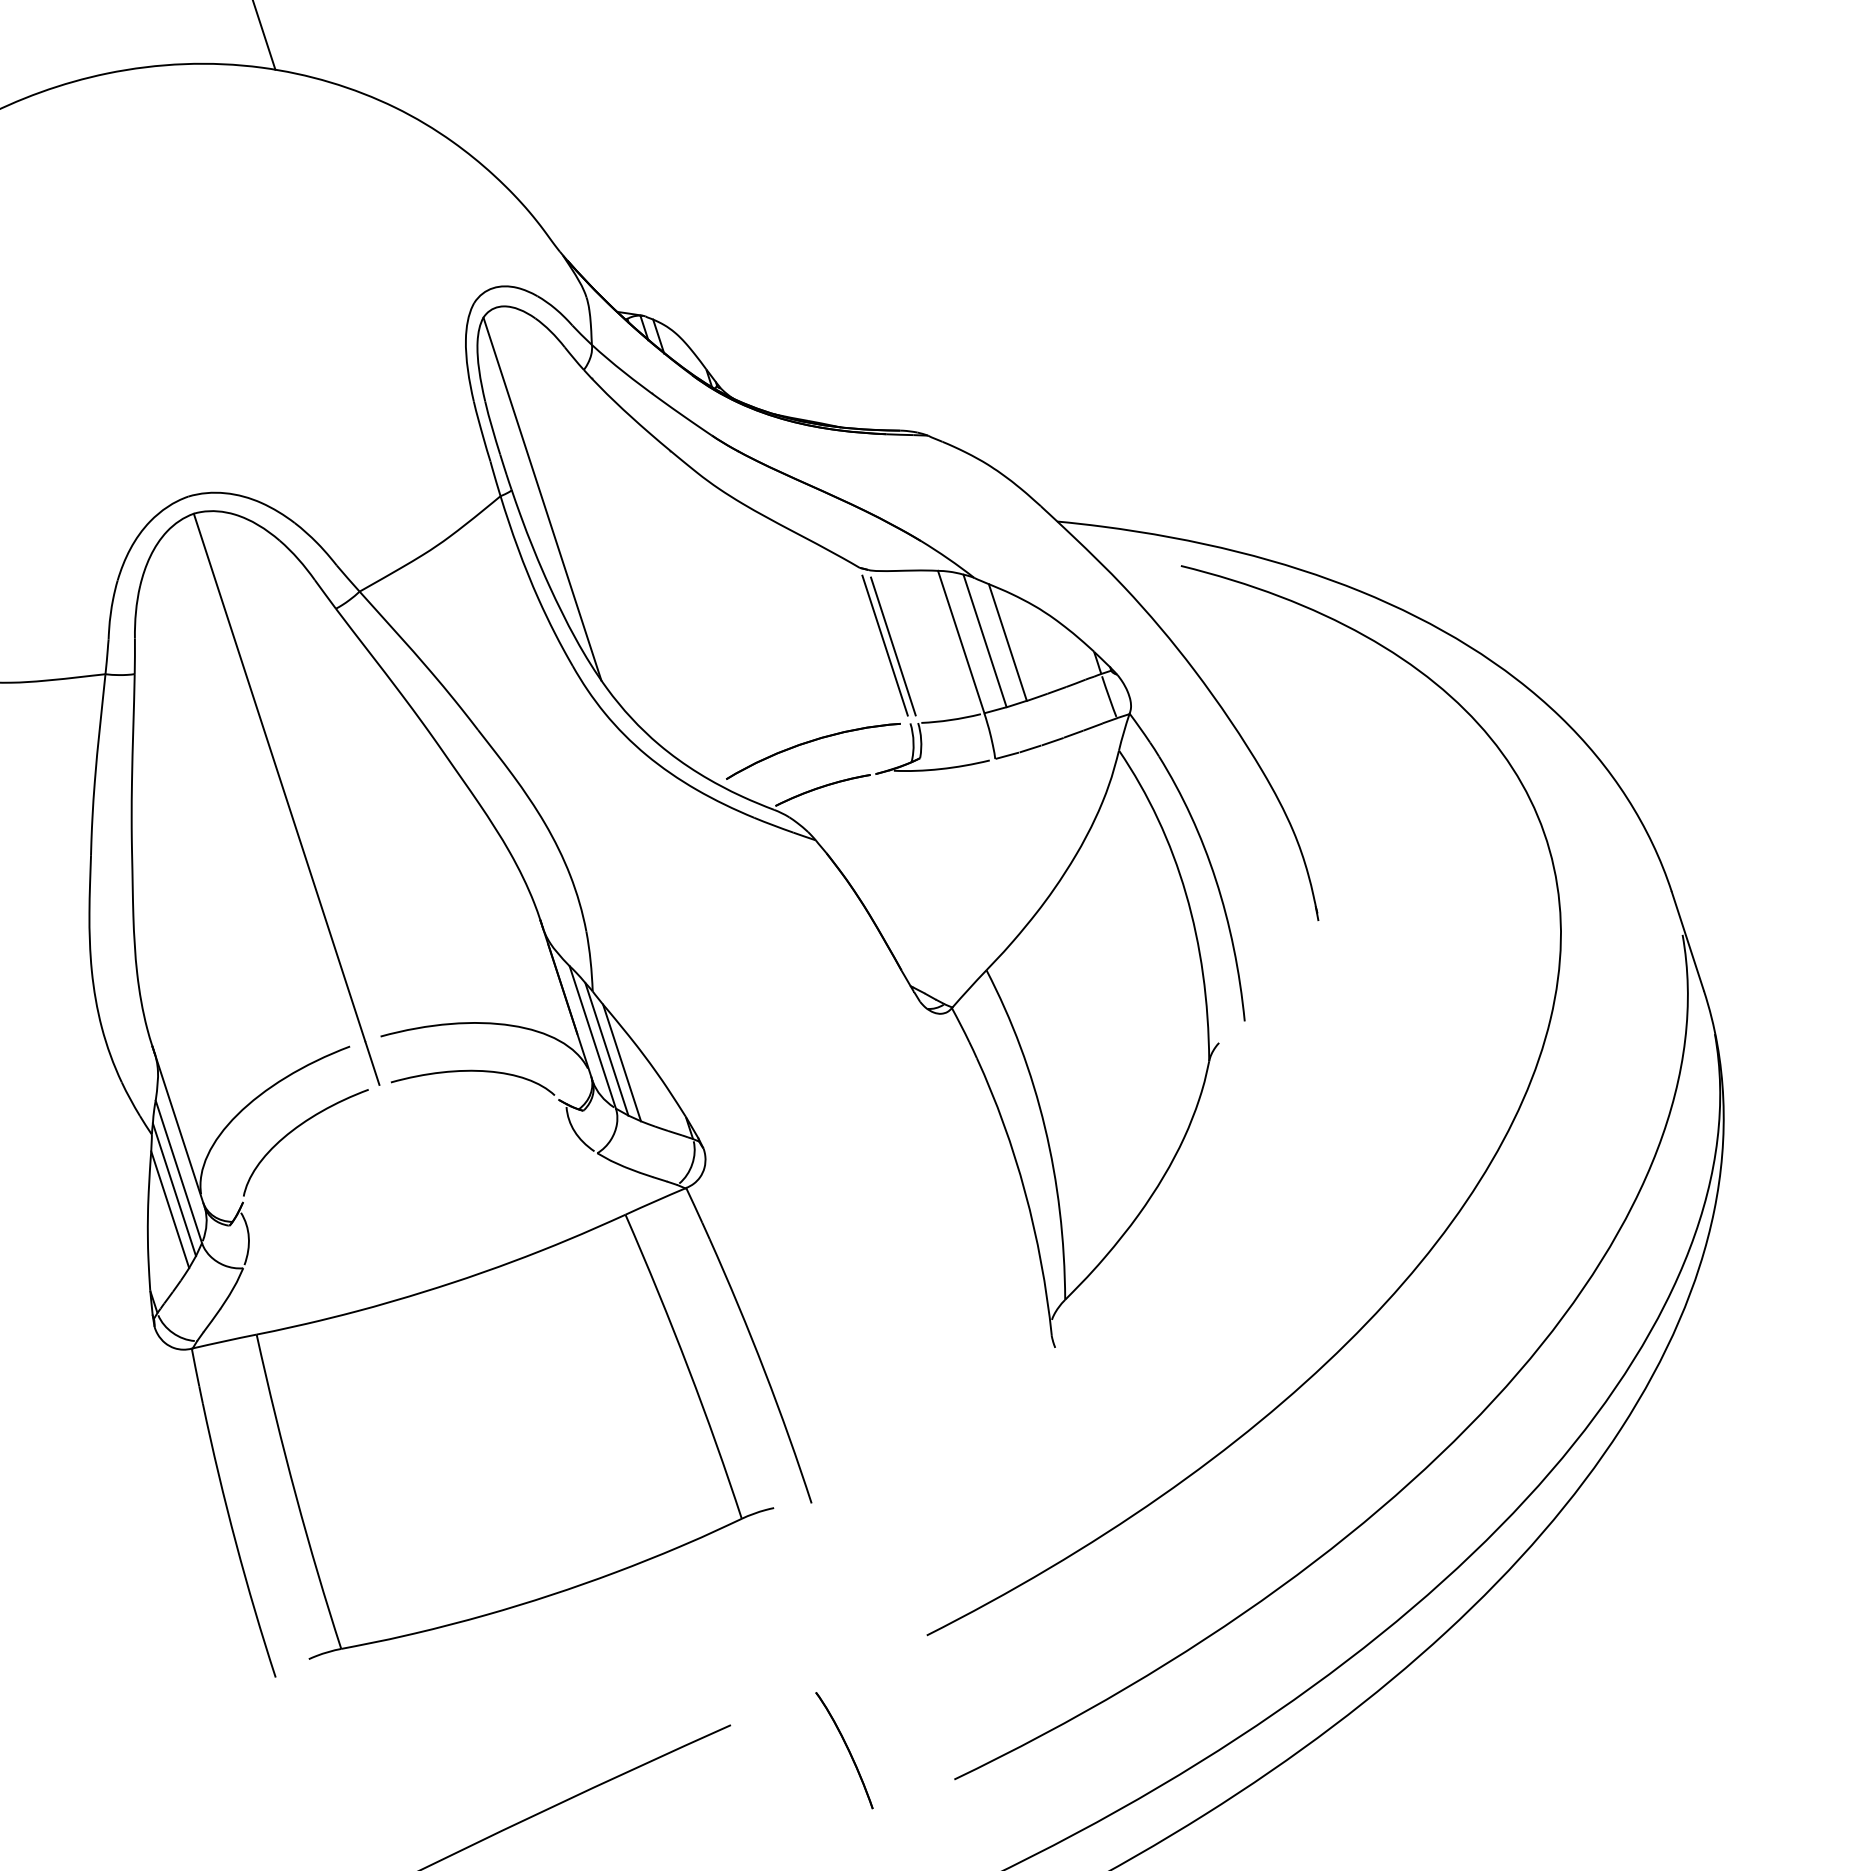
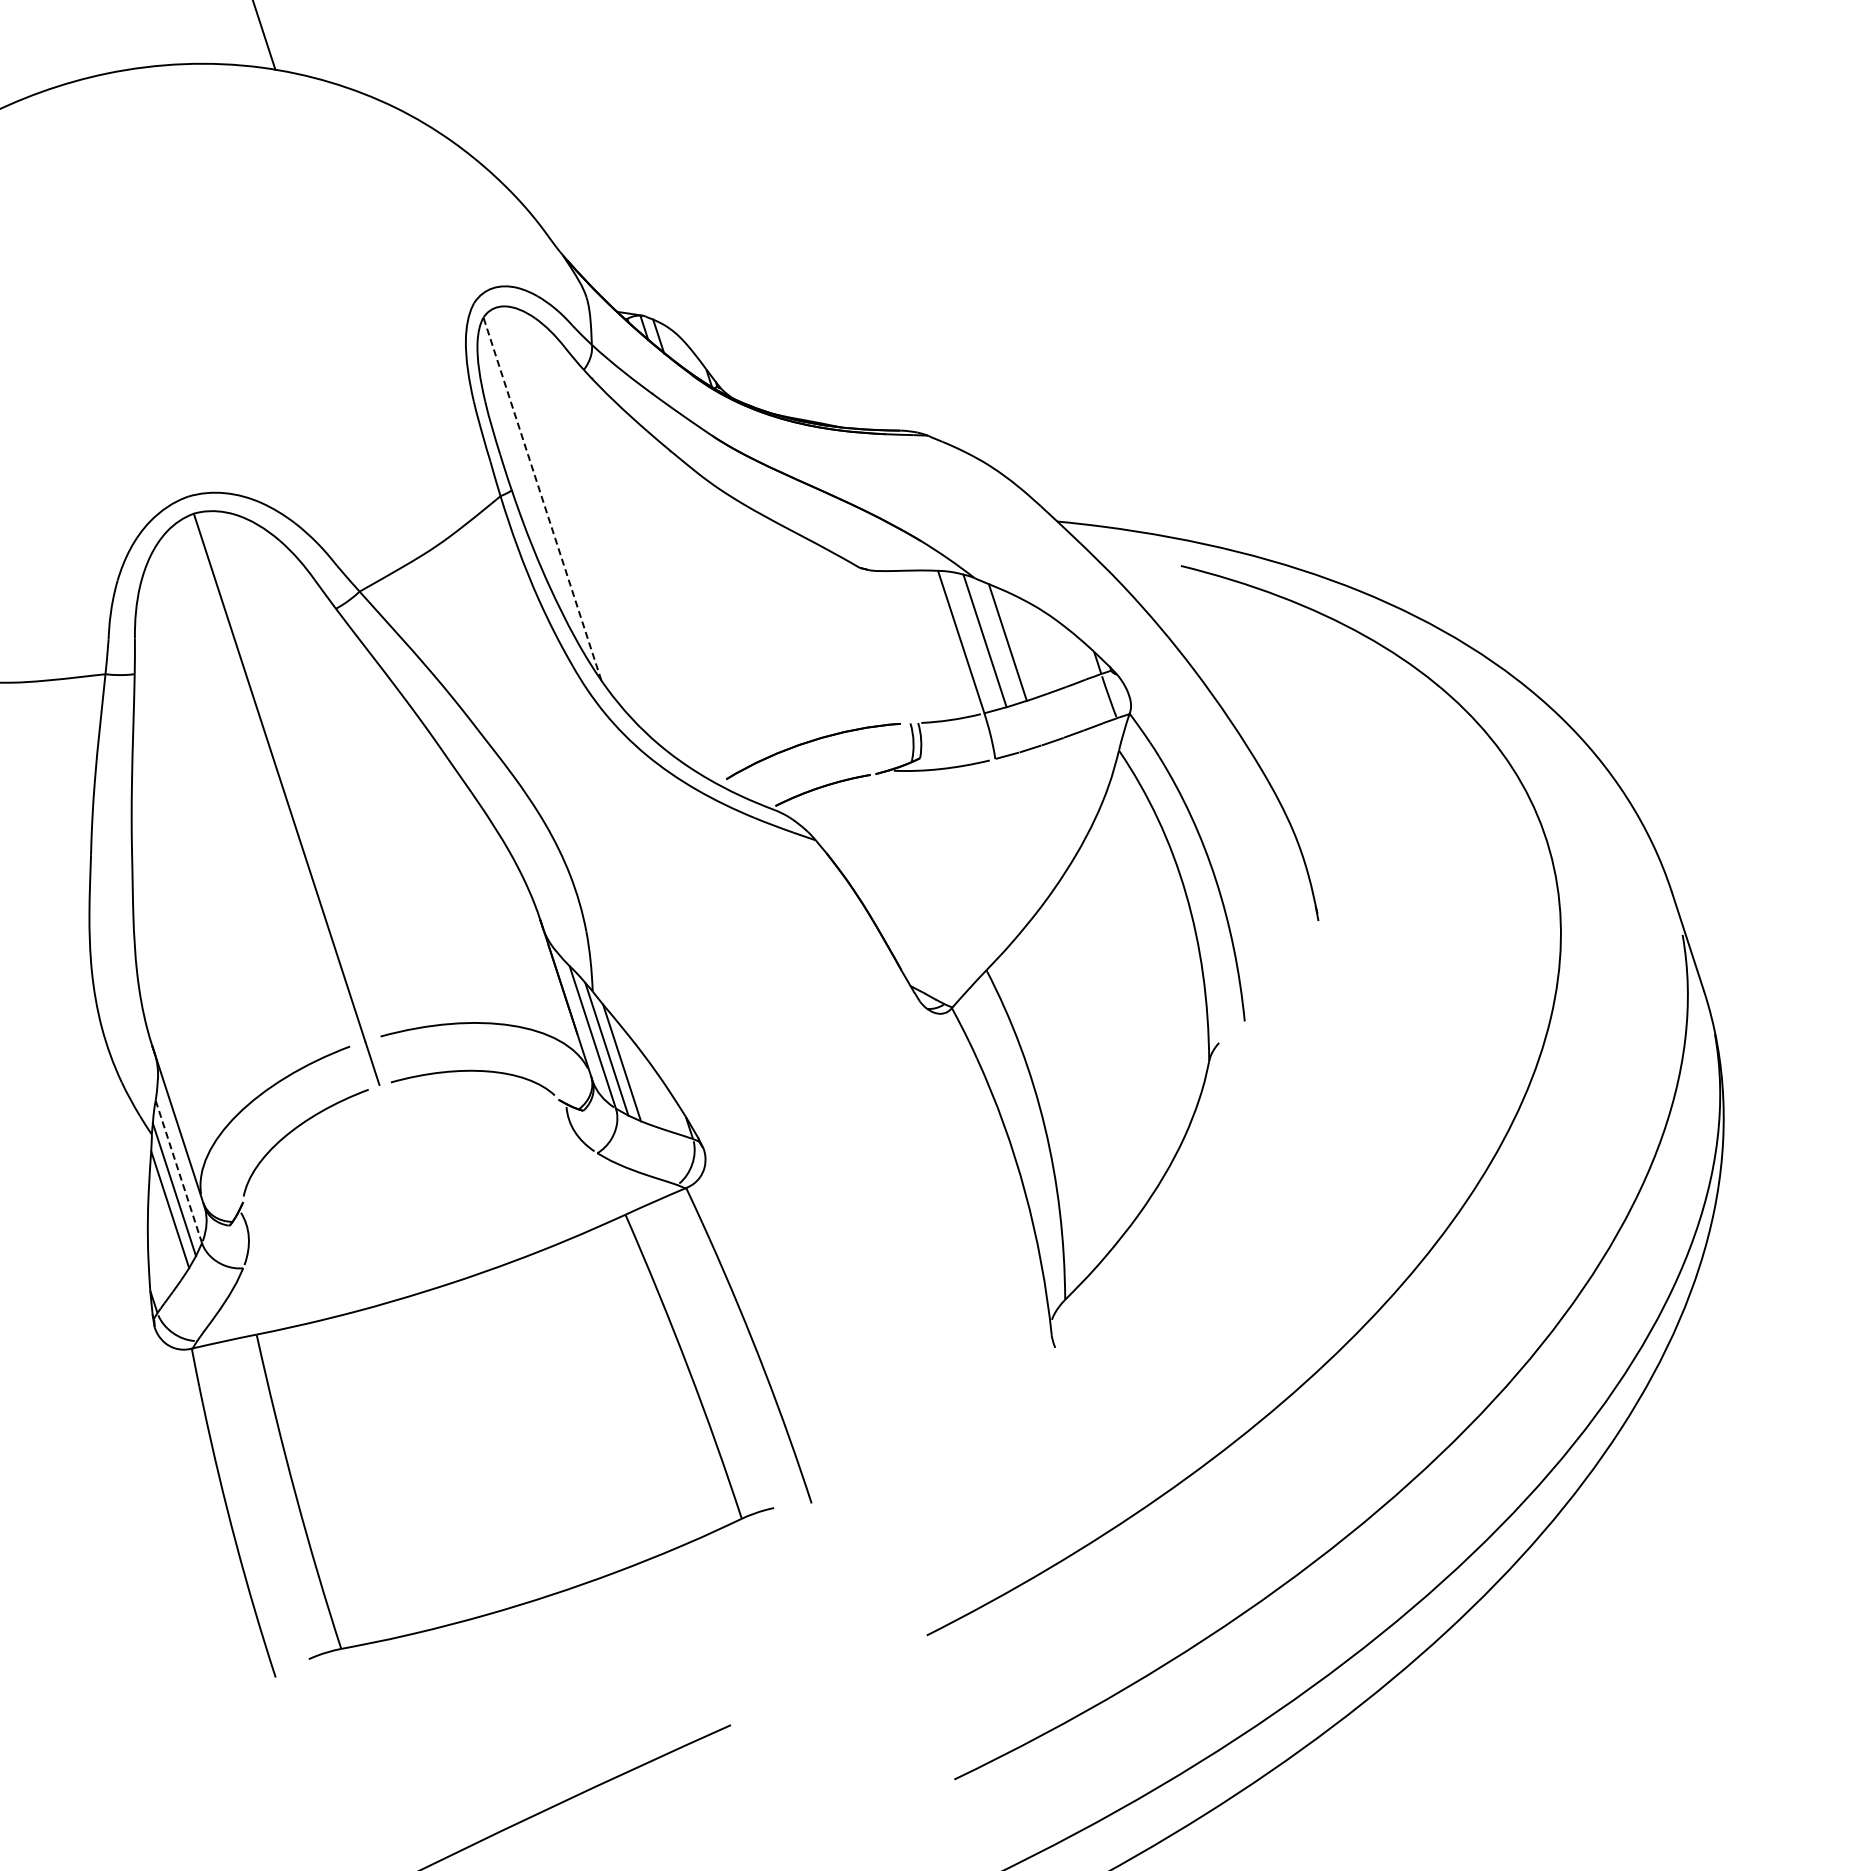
line at (542, 499): solid -> dashed
line at (884, 645): present -> none
line at (893, 646): present -> none
line at (178, 1171): solid -> dashed
part at (844, 1750): present -> none
